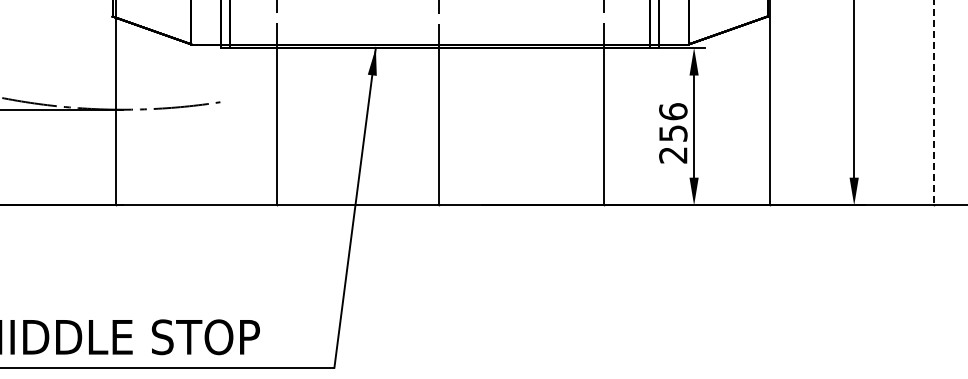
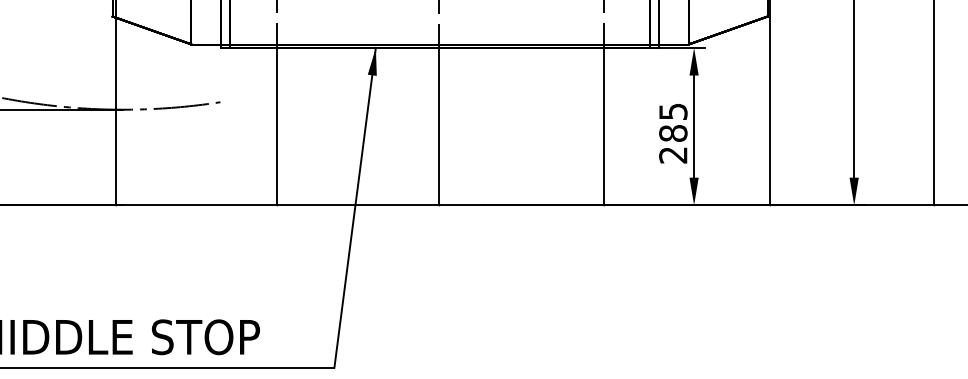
line at (934, 103): dashed -> solid
text at (673, 122): 256 -> 285
